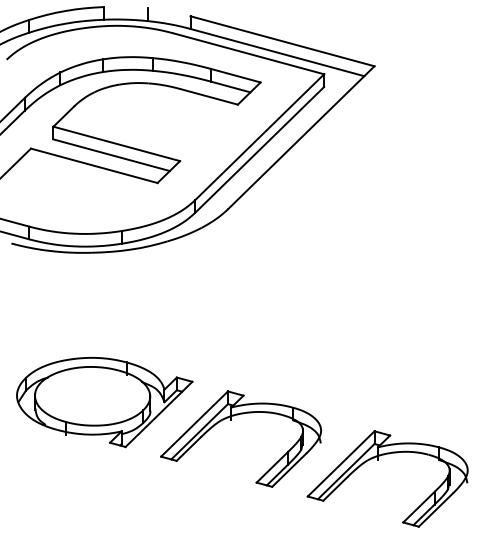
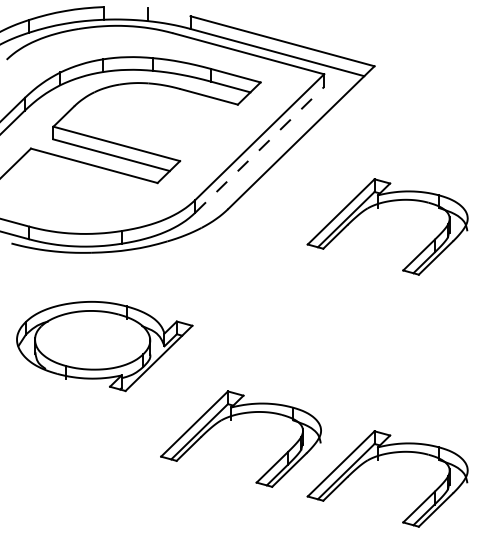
line at (259, 149): solid -> dashed
part at (378, 208): none -> present
part at (104, 402) position: (104, 402) -> (104, 346)
